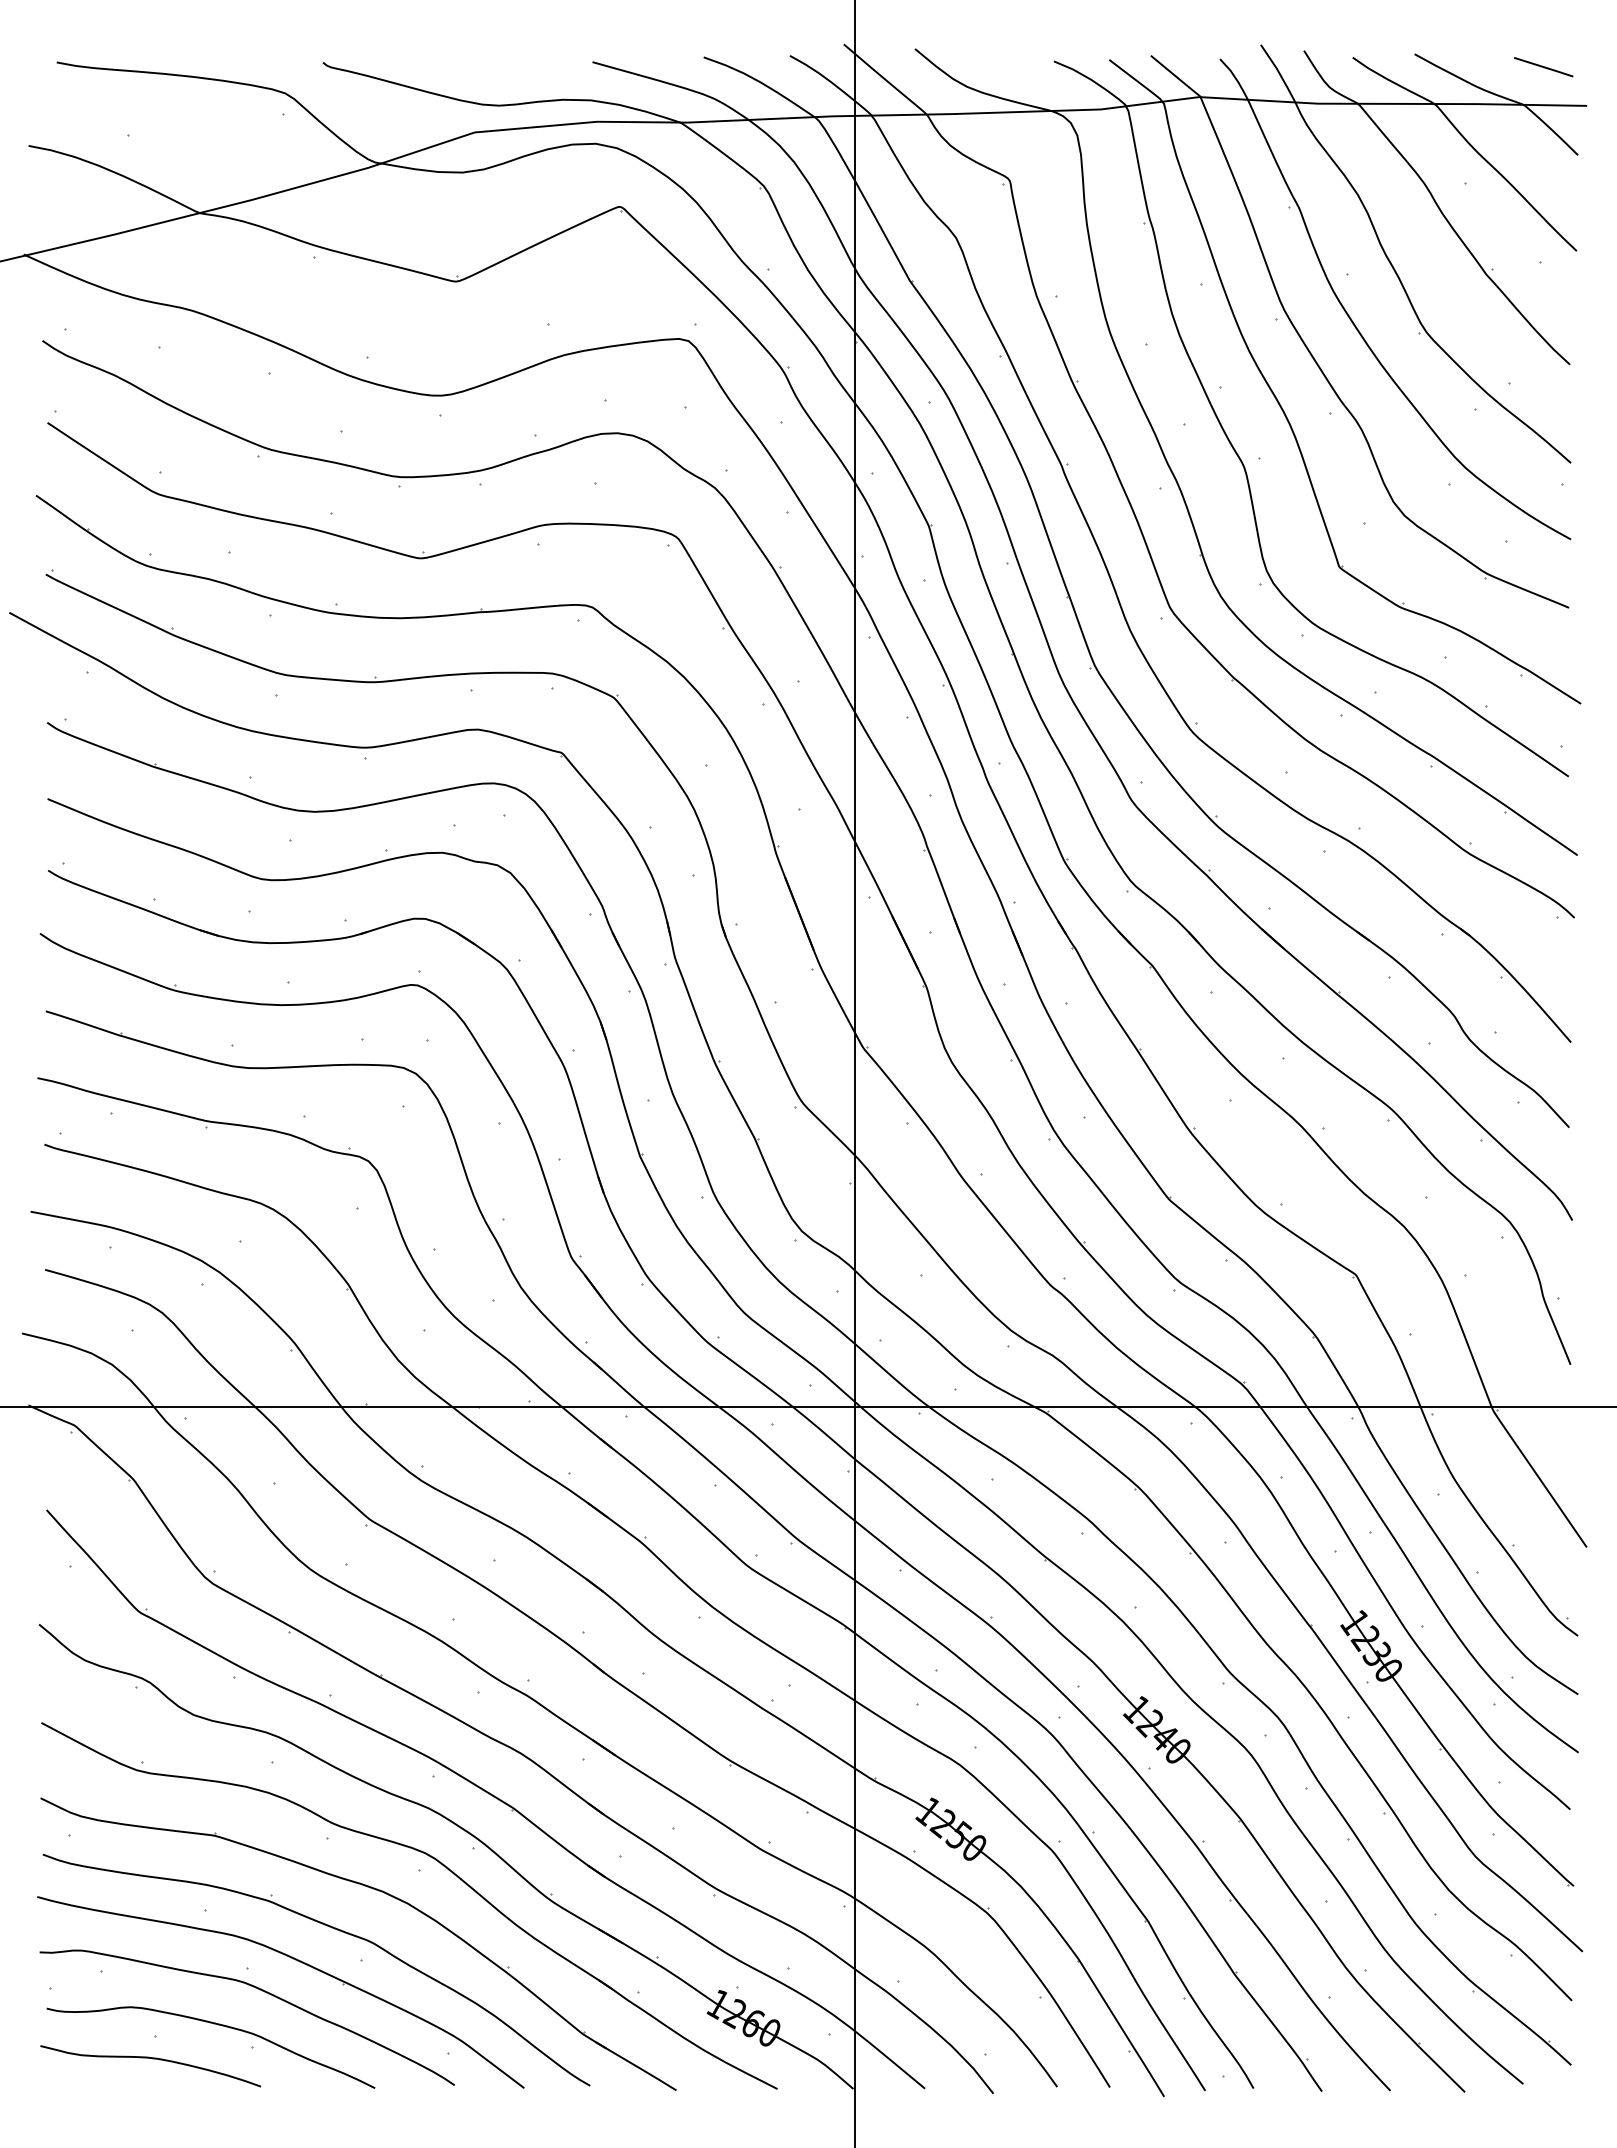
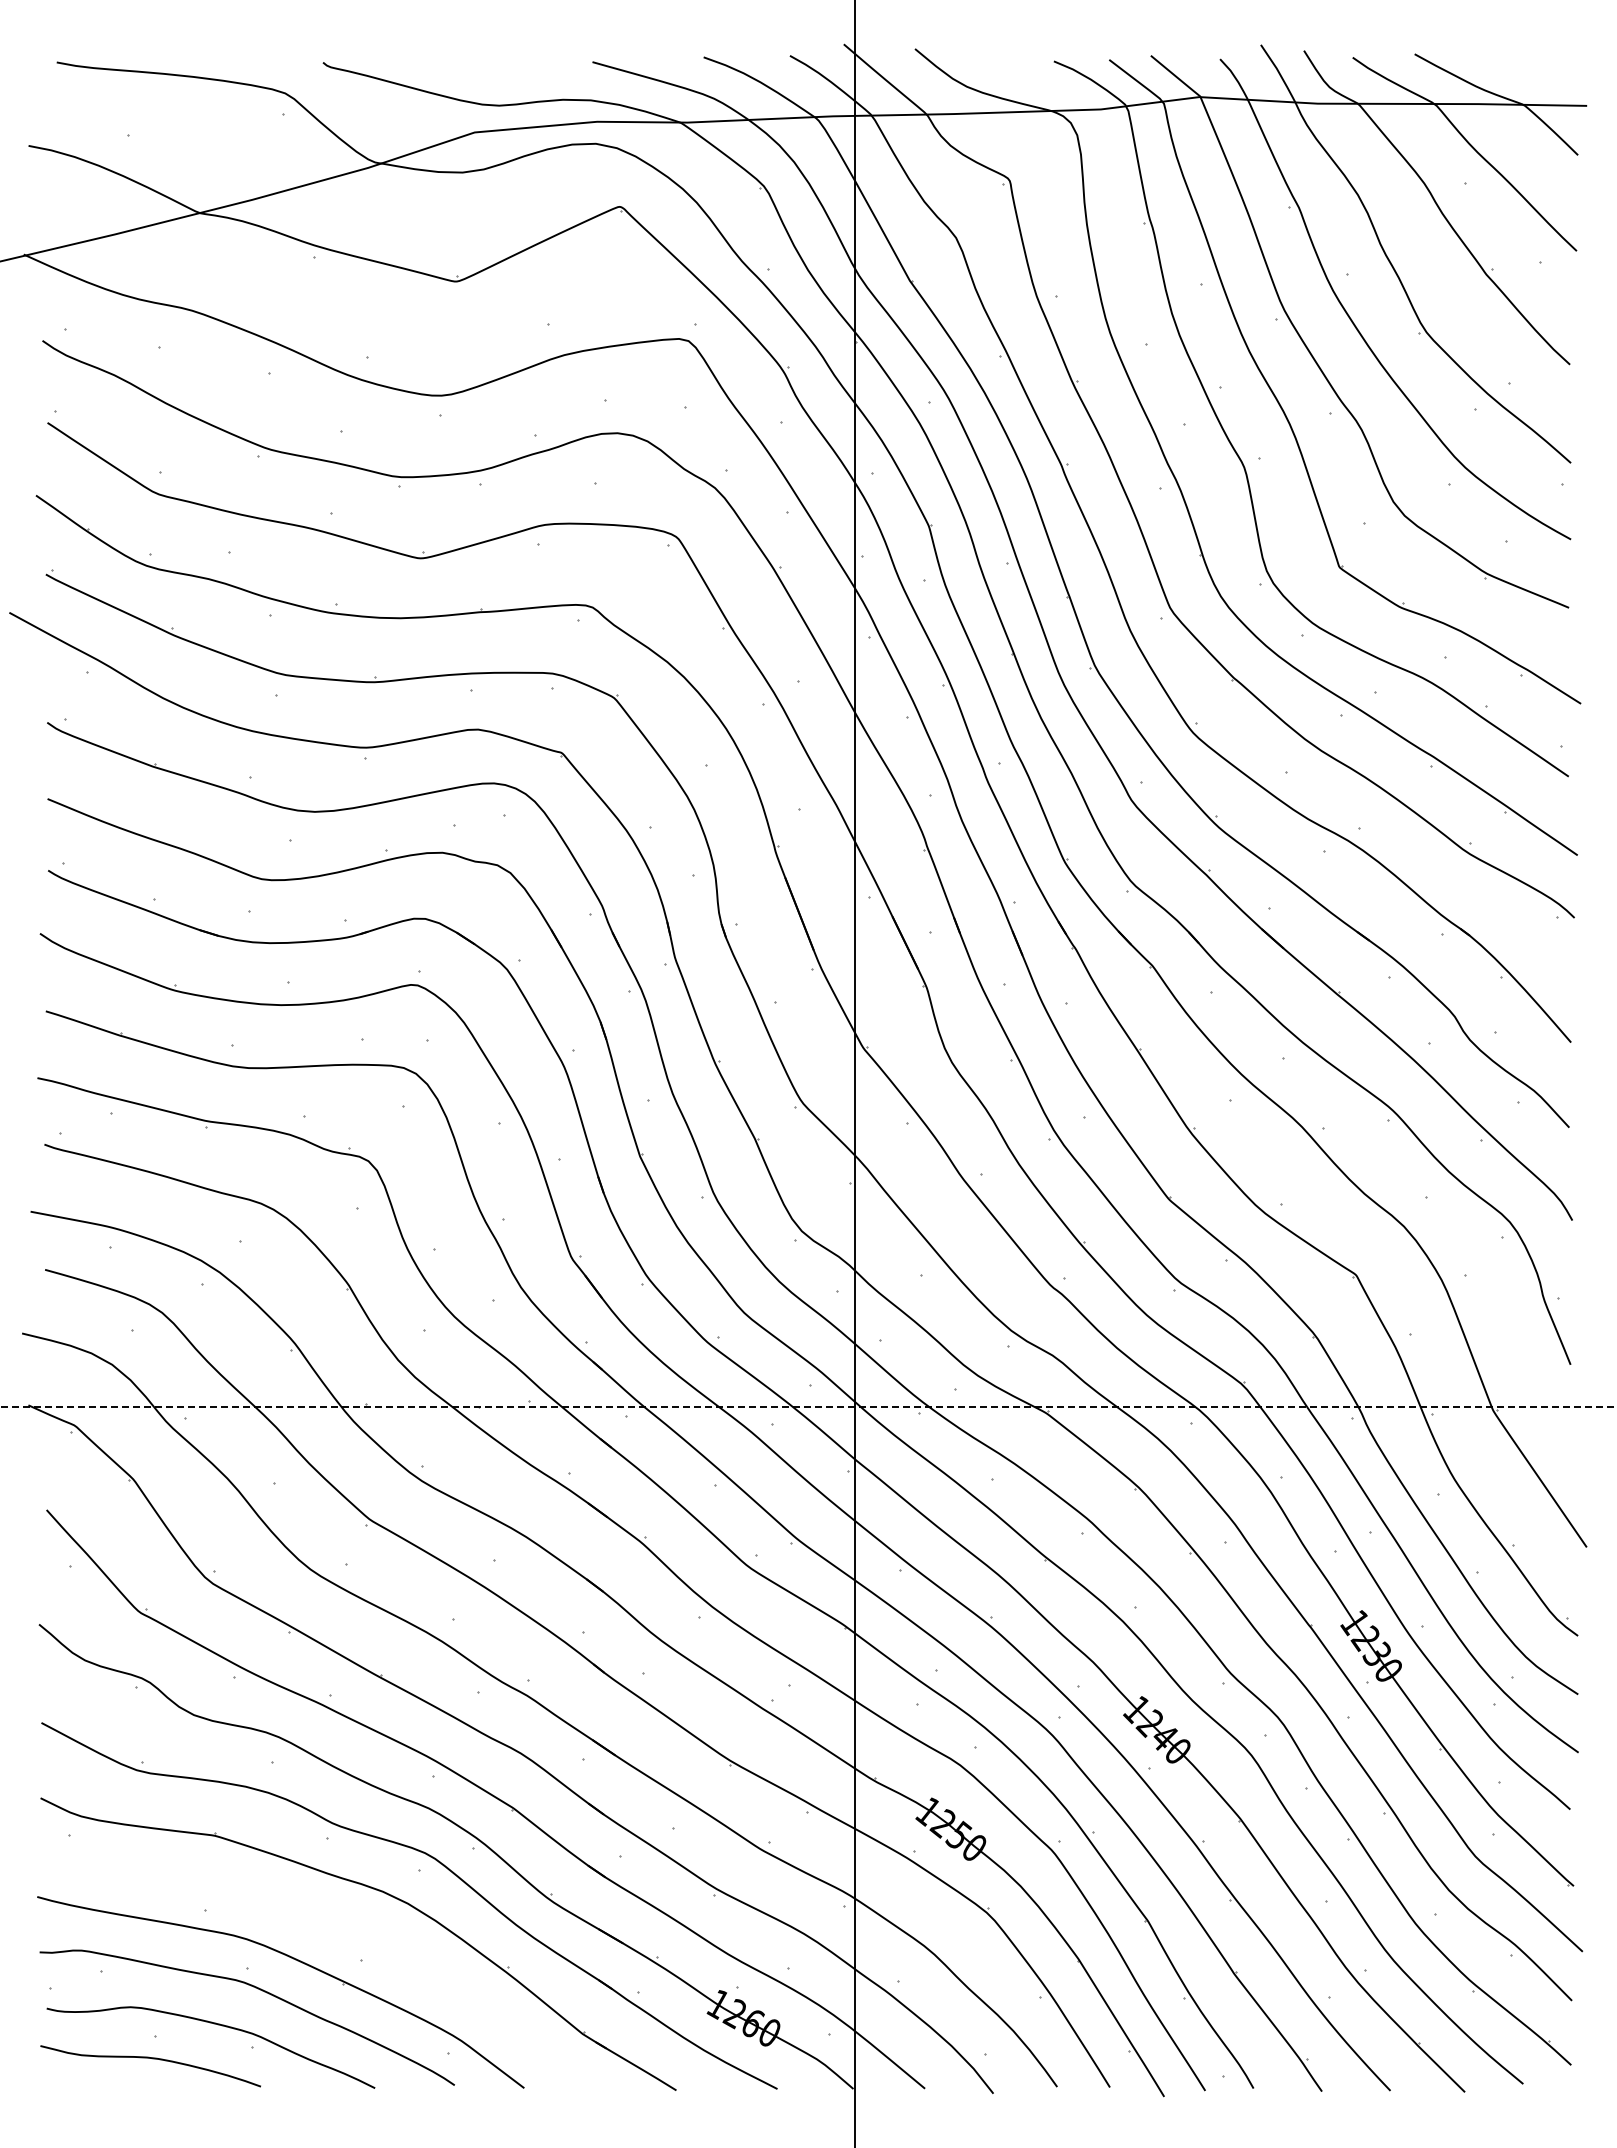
line at (1543, 67): present -> none
line at (808, 1406): solid -> dashed
part at (334, 1929): present -> none
